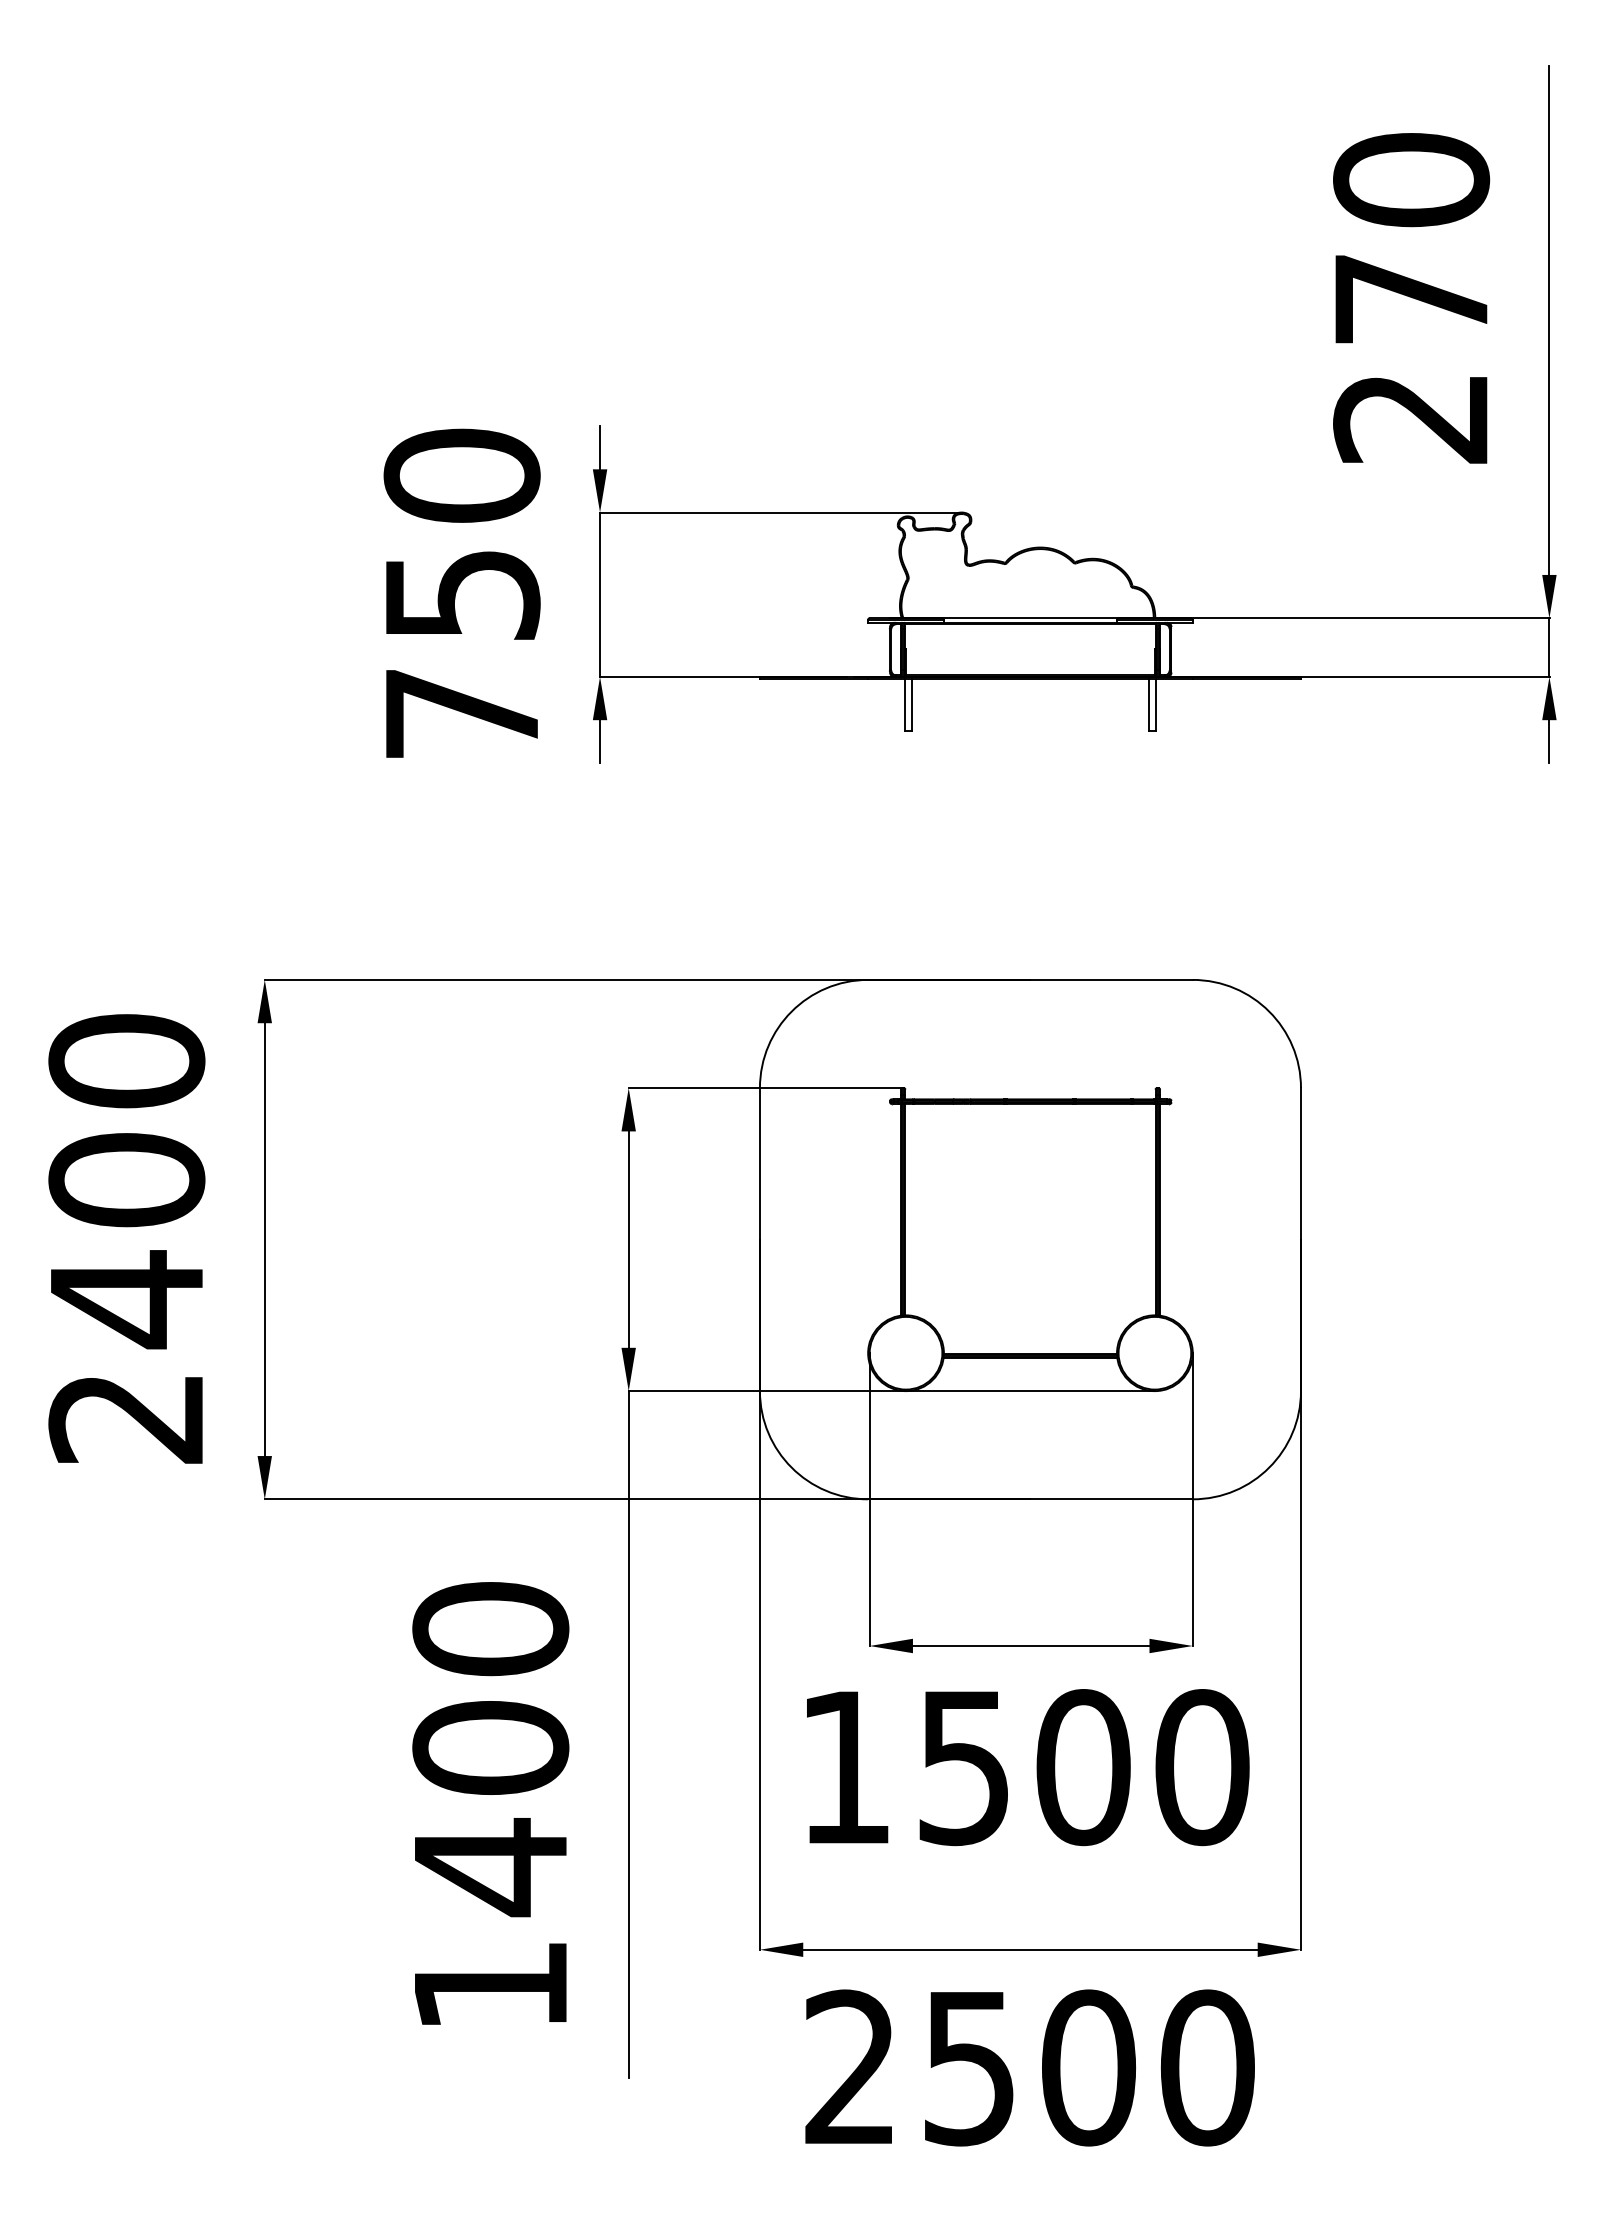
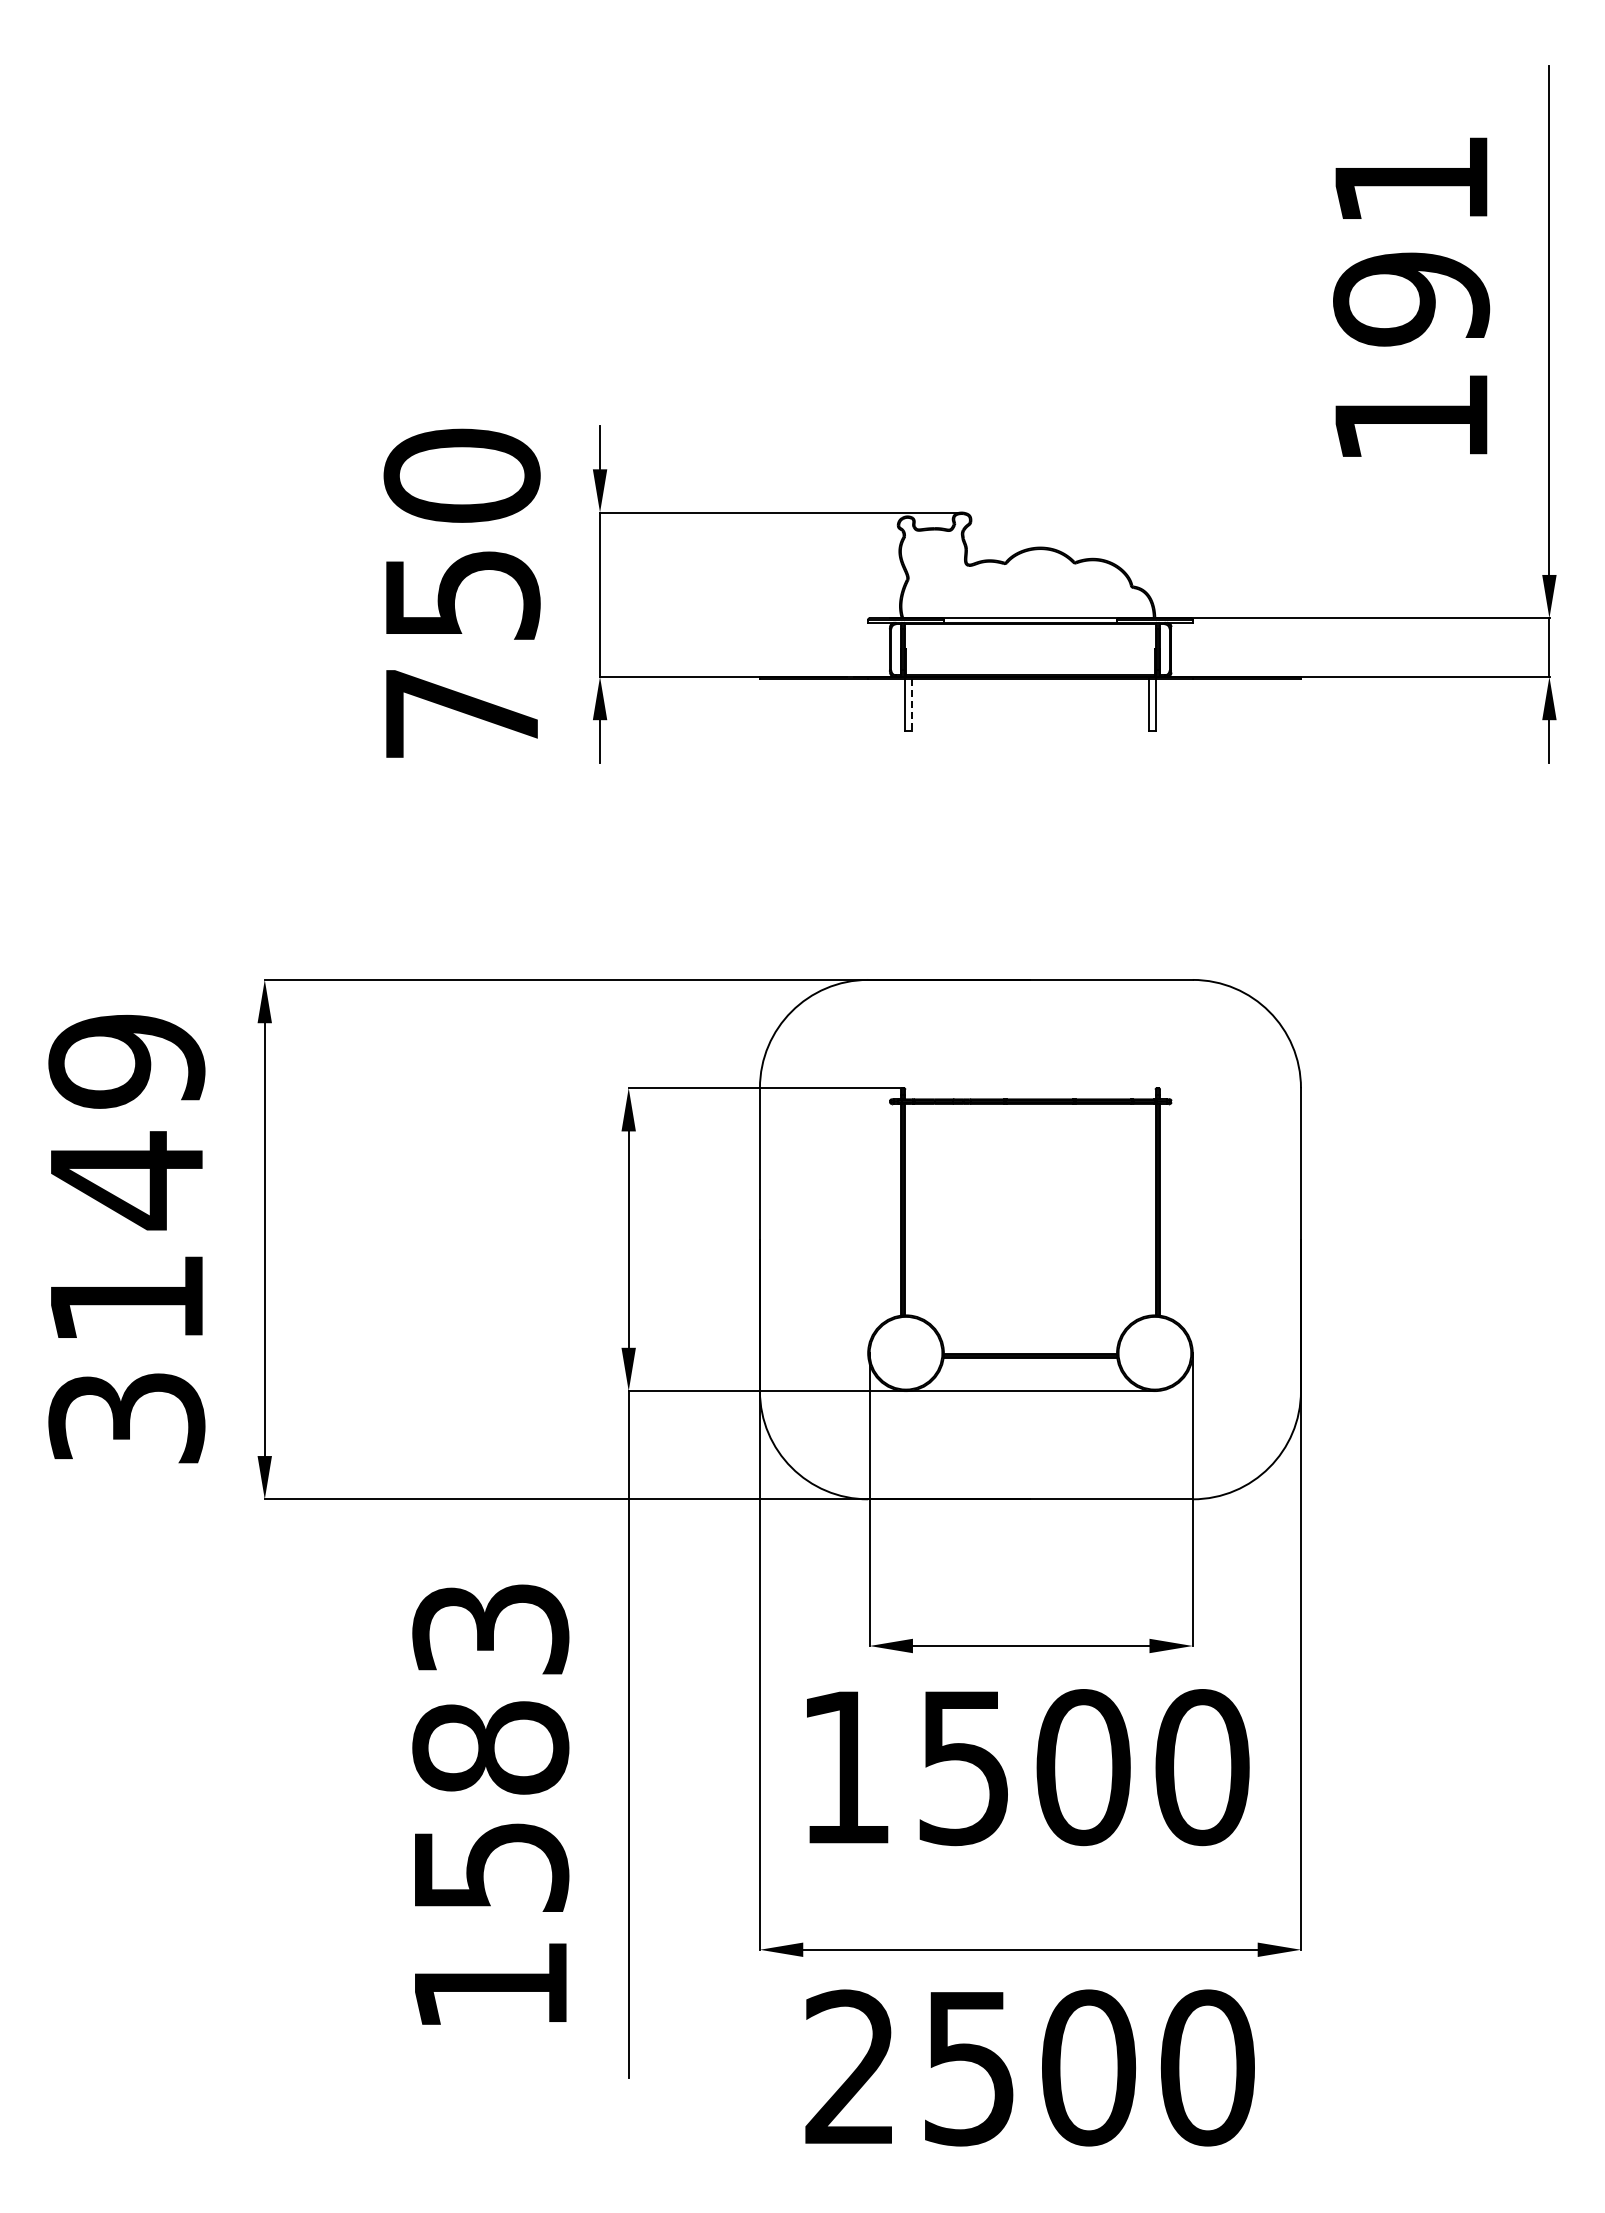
text at (1411, 298): 270 -> 191
line at (912, 705): solid -> dashed
text at (126, 1238): 2400 -> 3149
text at (490, 1749): 1400 -> 1583
